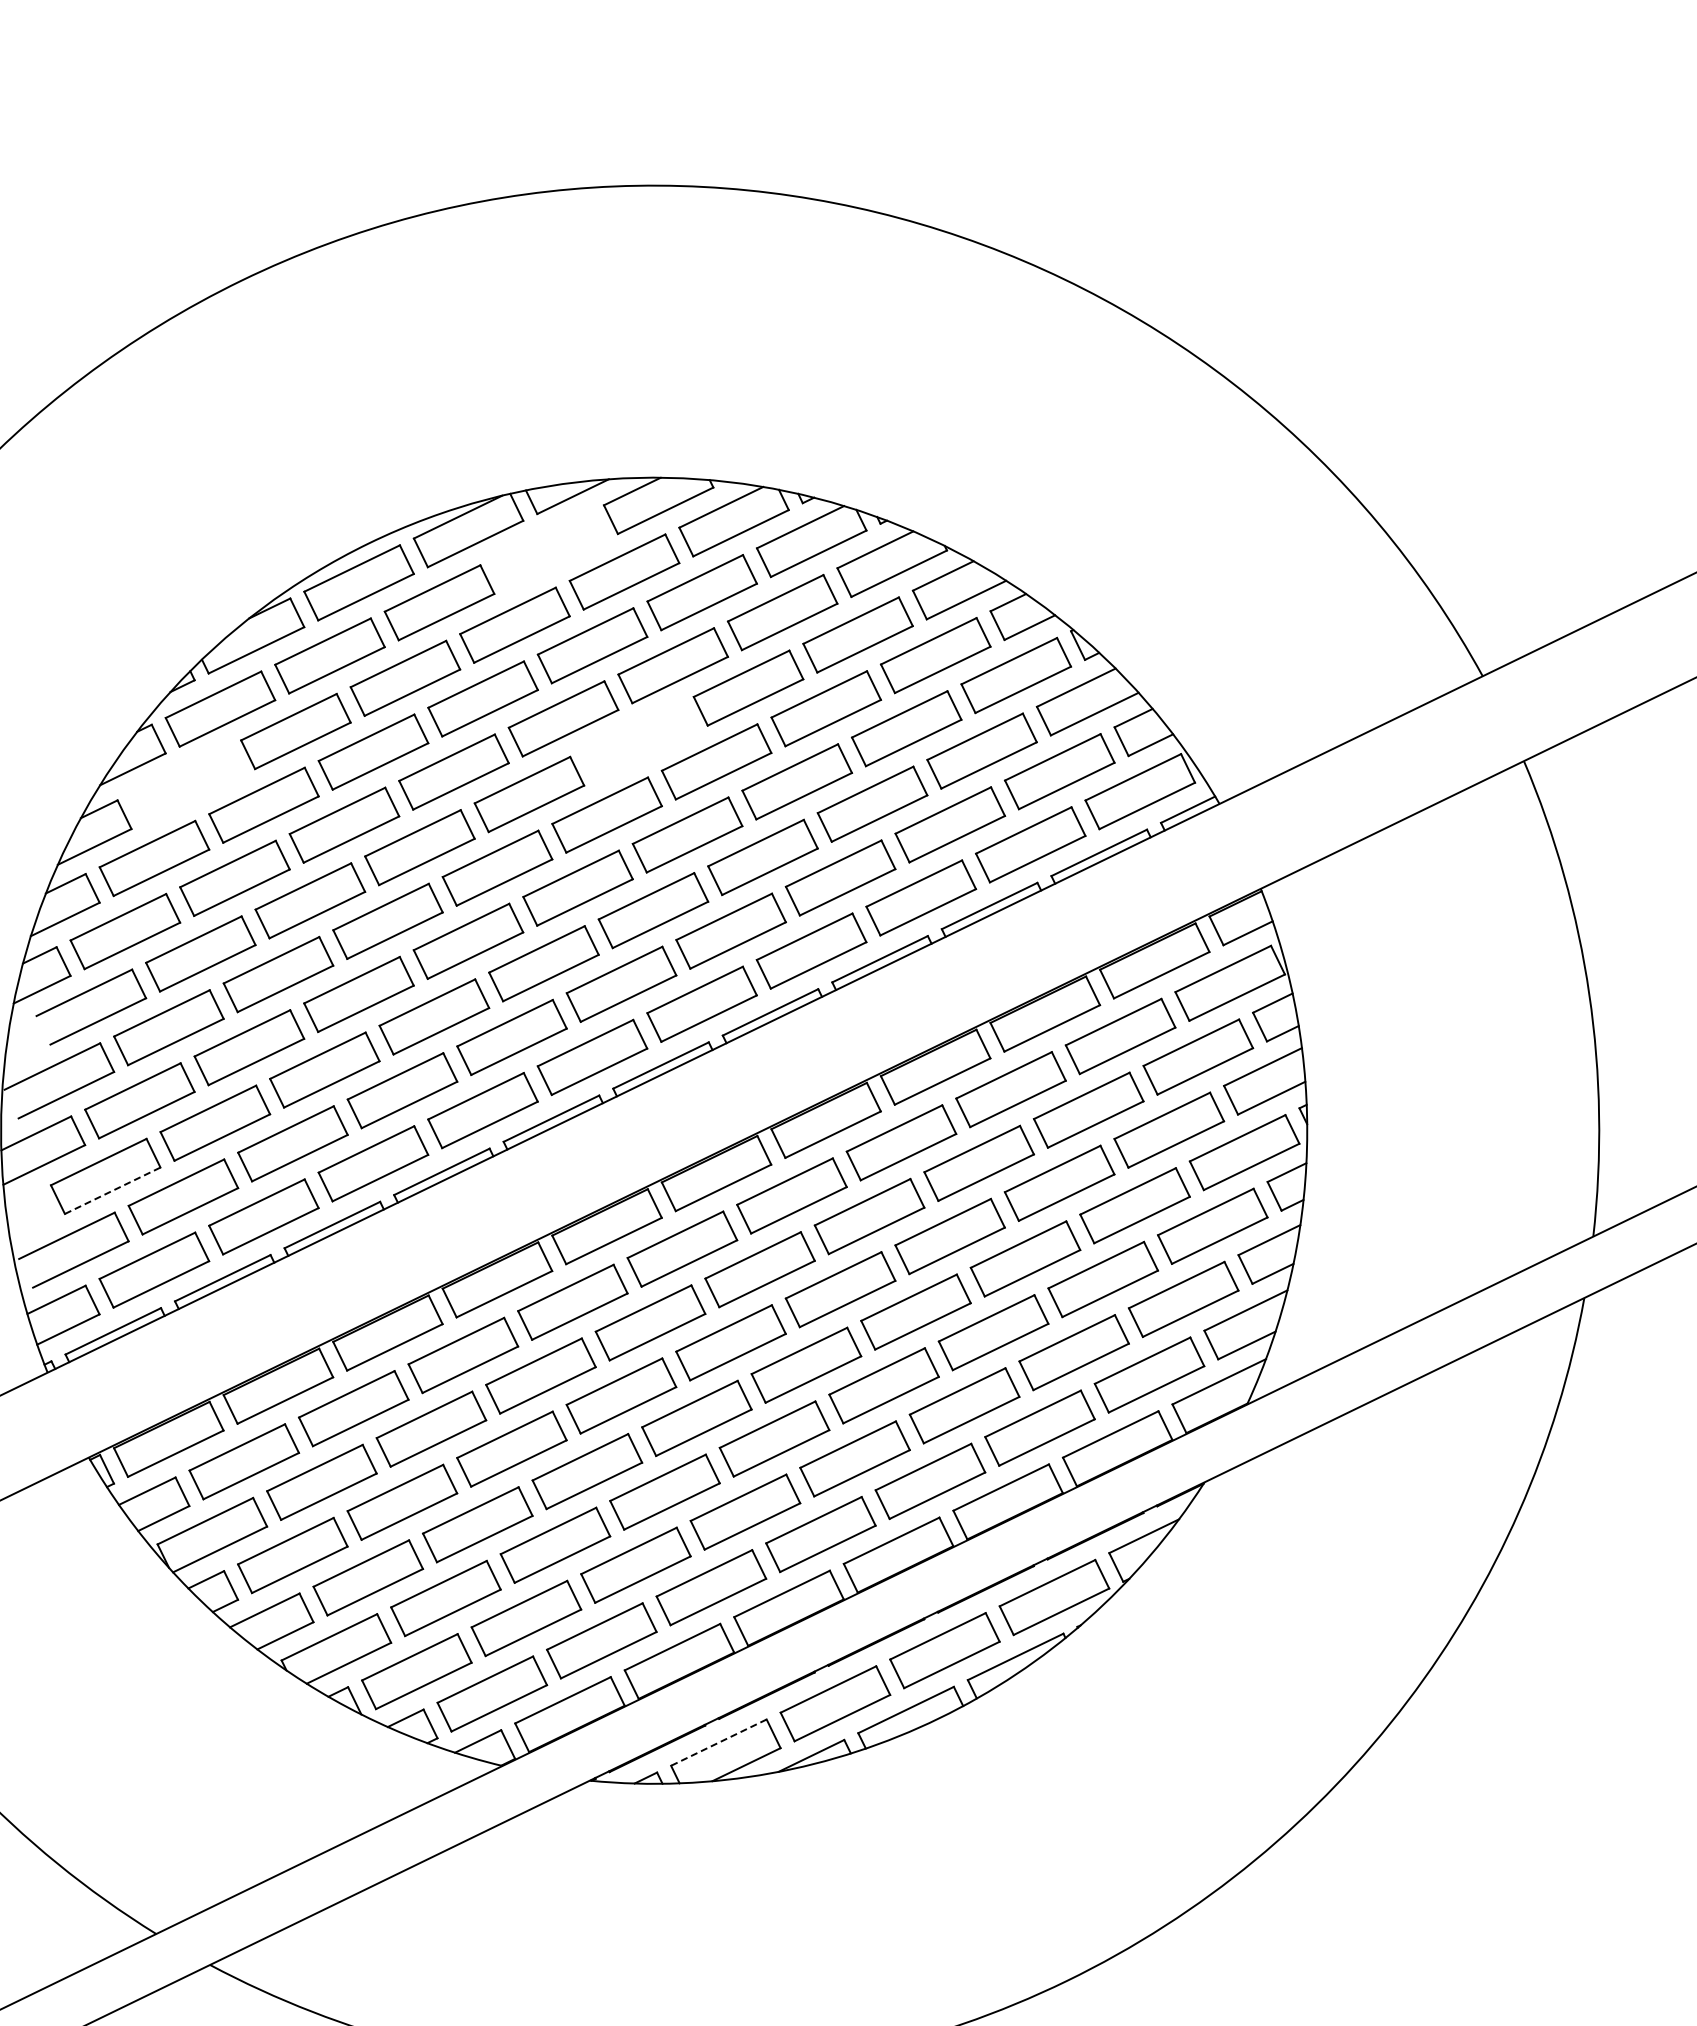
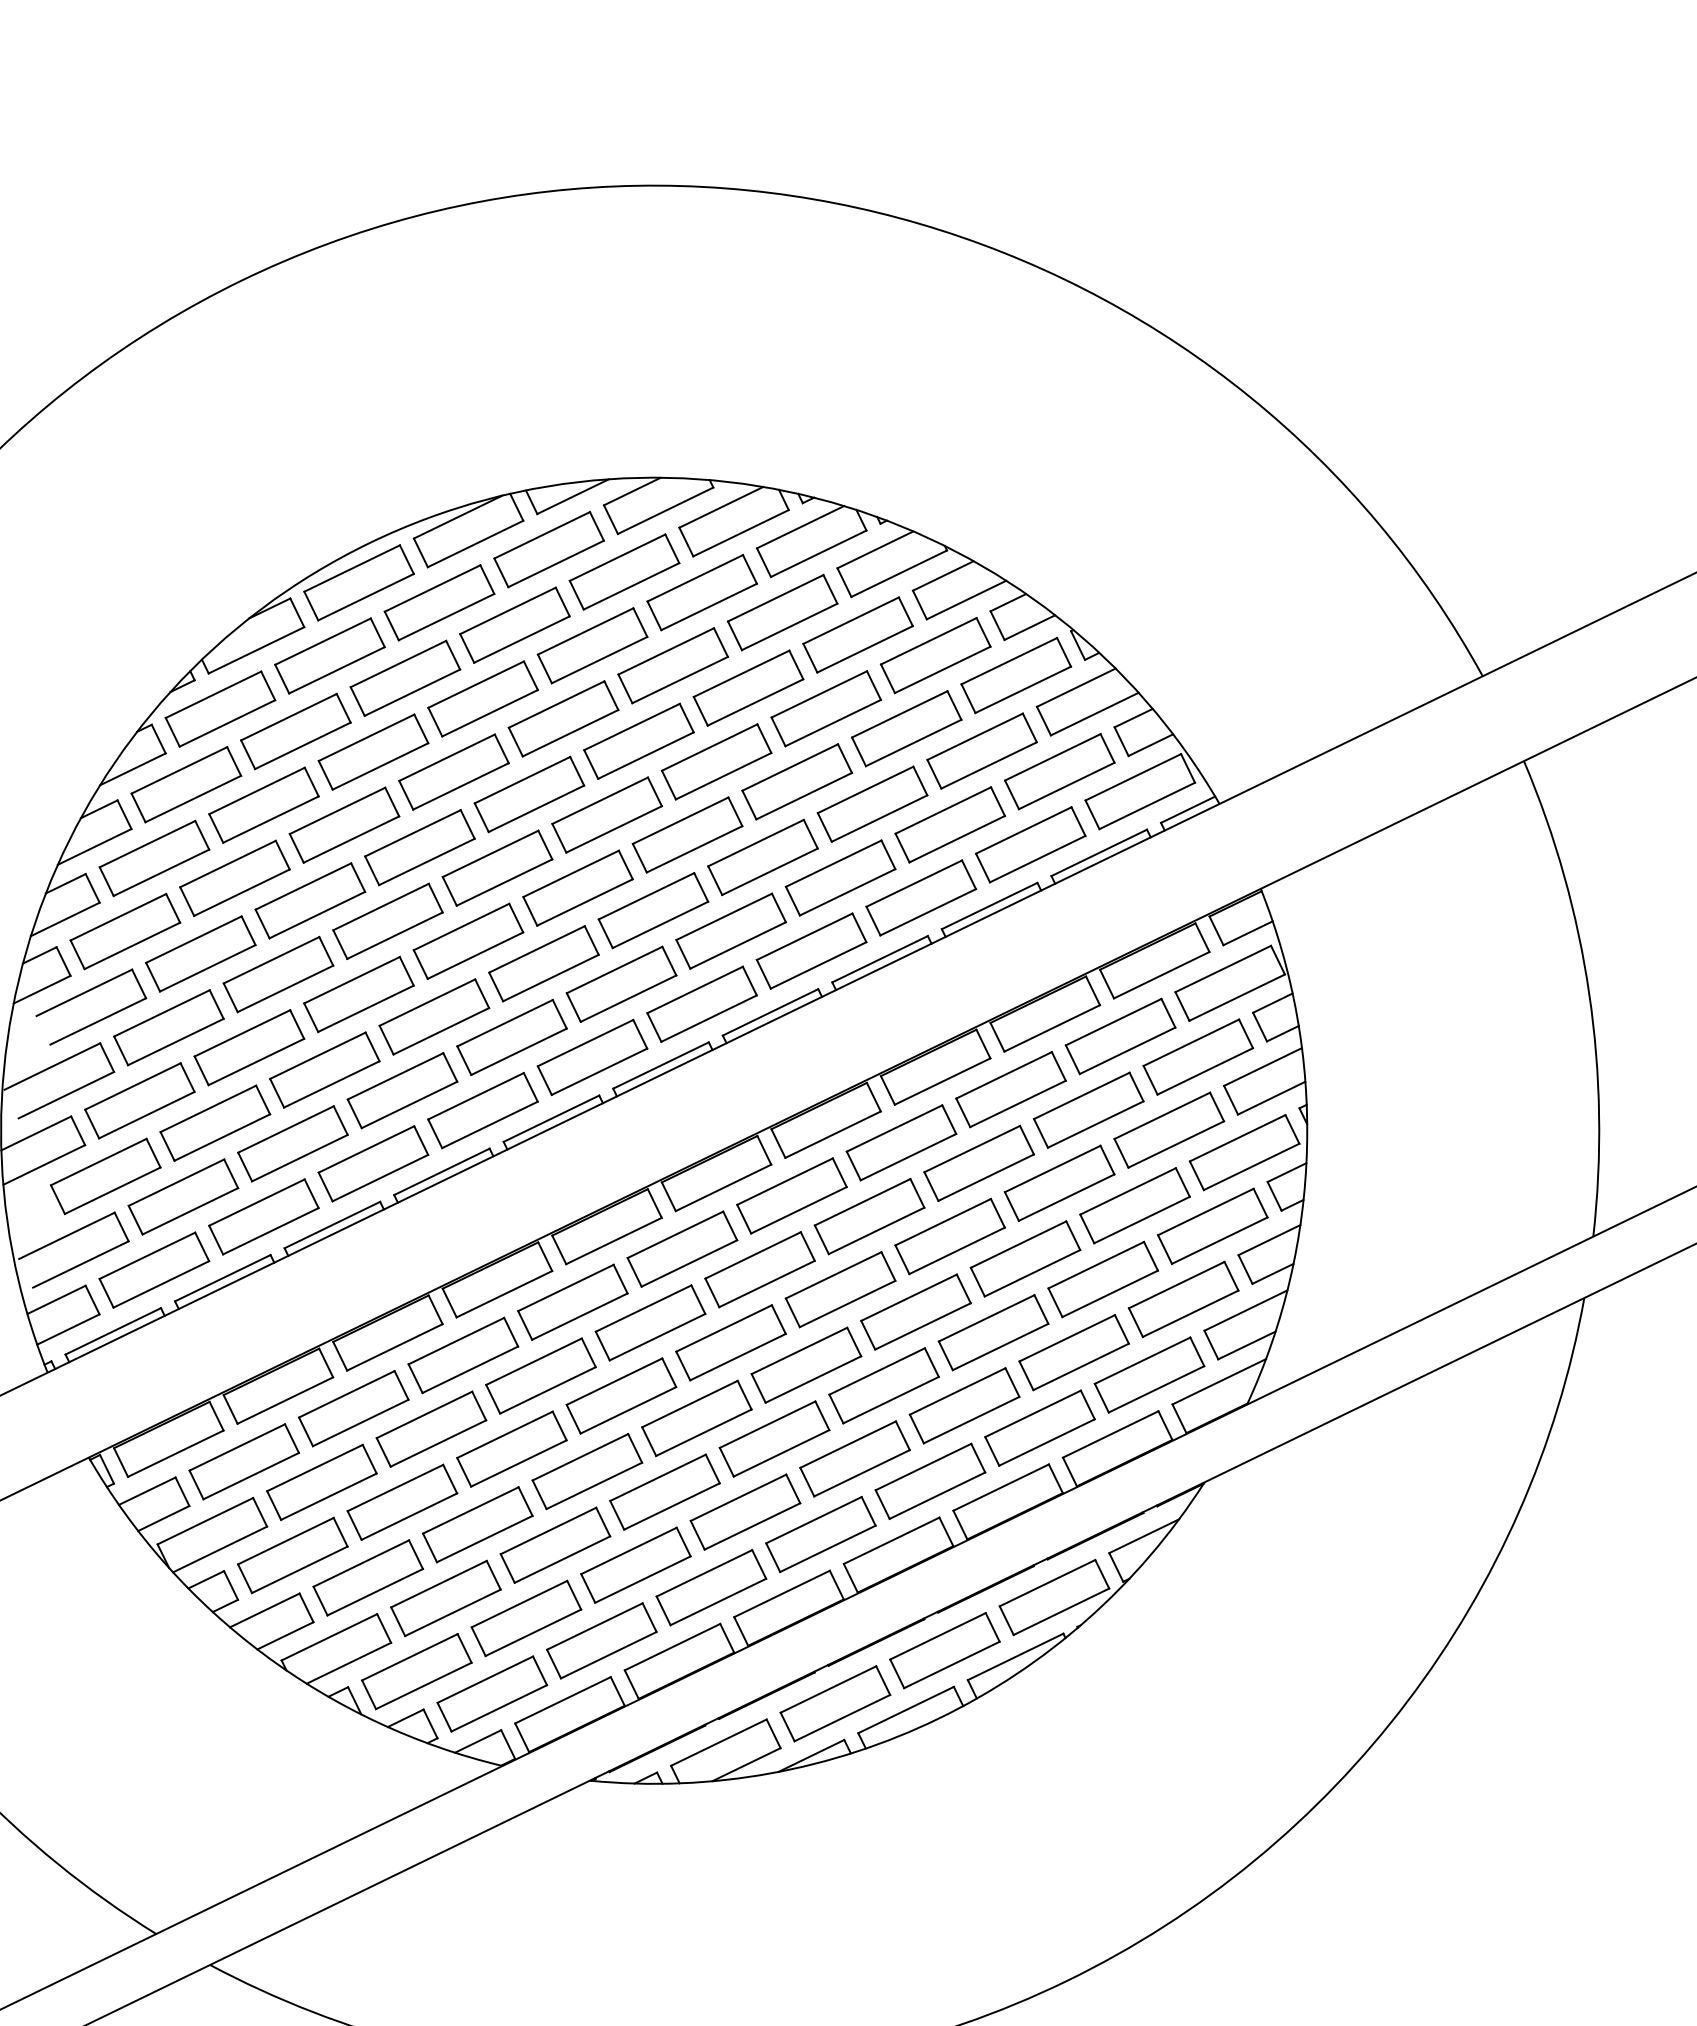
part at (548, 549): none -> present
part at (638, 740): none -> present
part at (186, 784): none -> present
line at (113, 1190): dashed -> solid
line at (718, 1742): dashed -> solid
